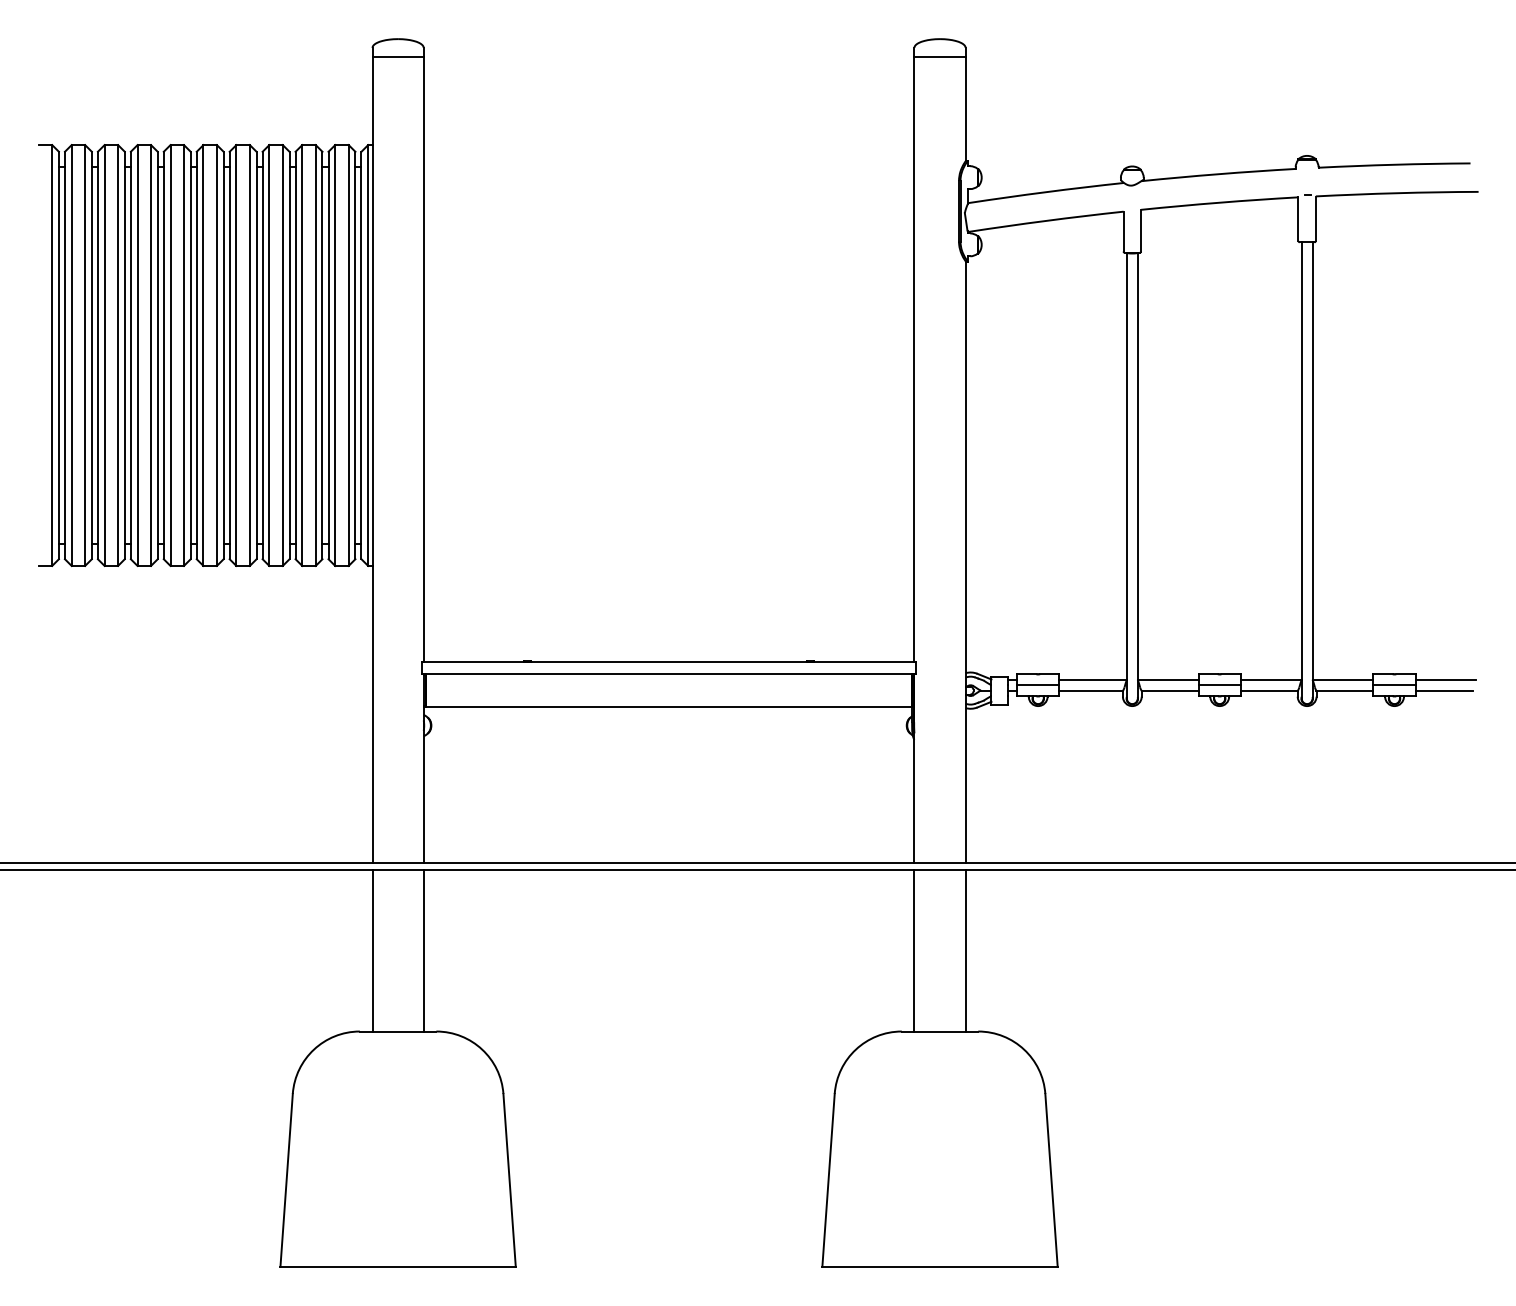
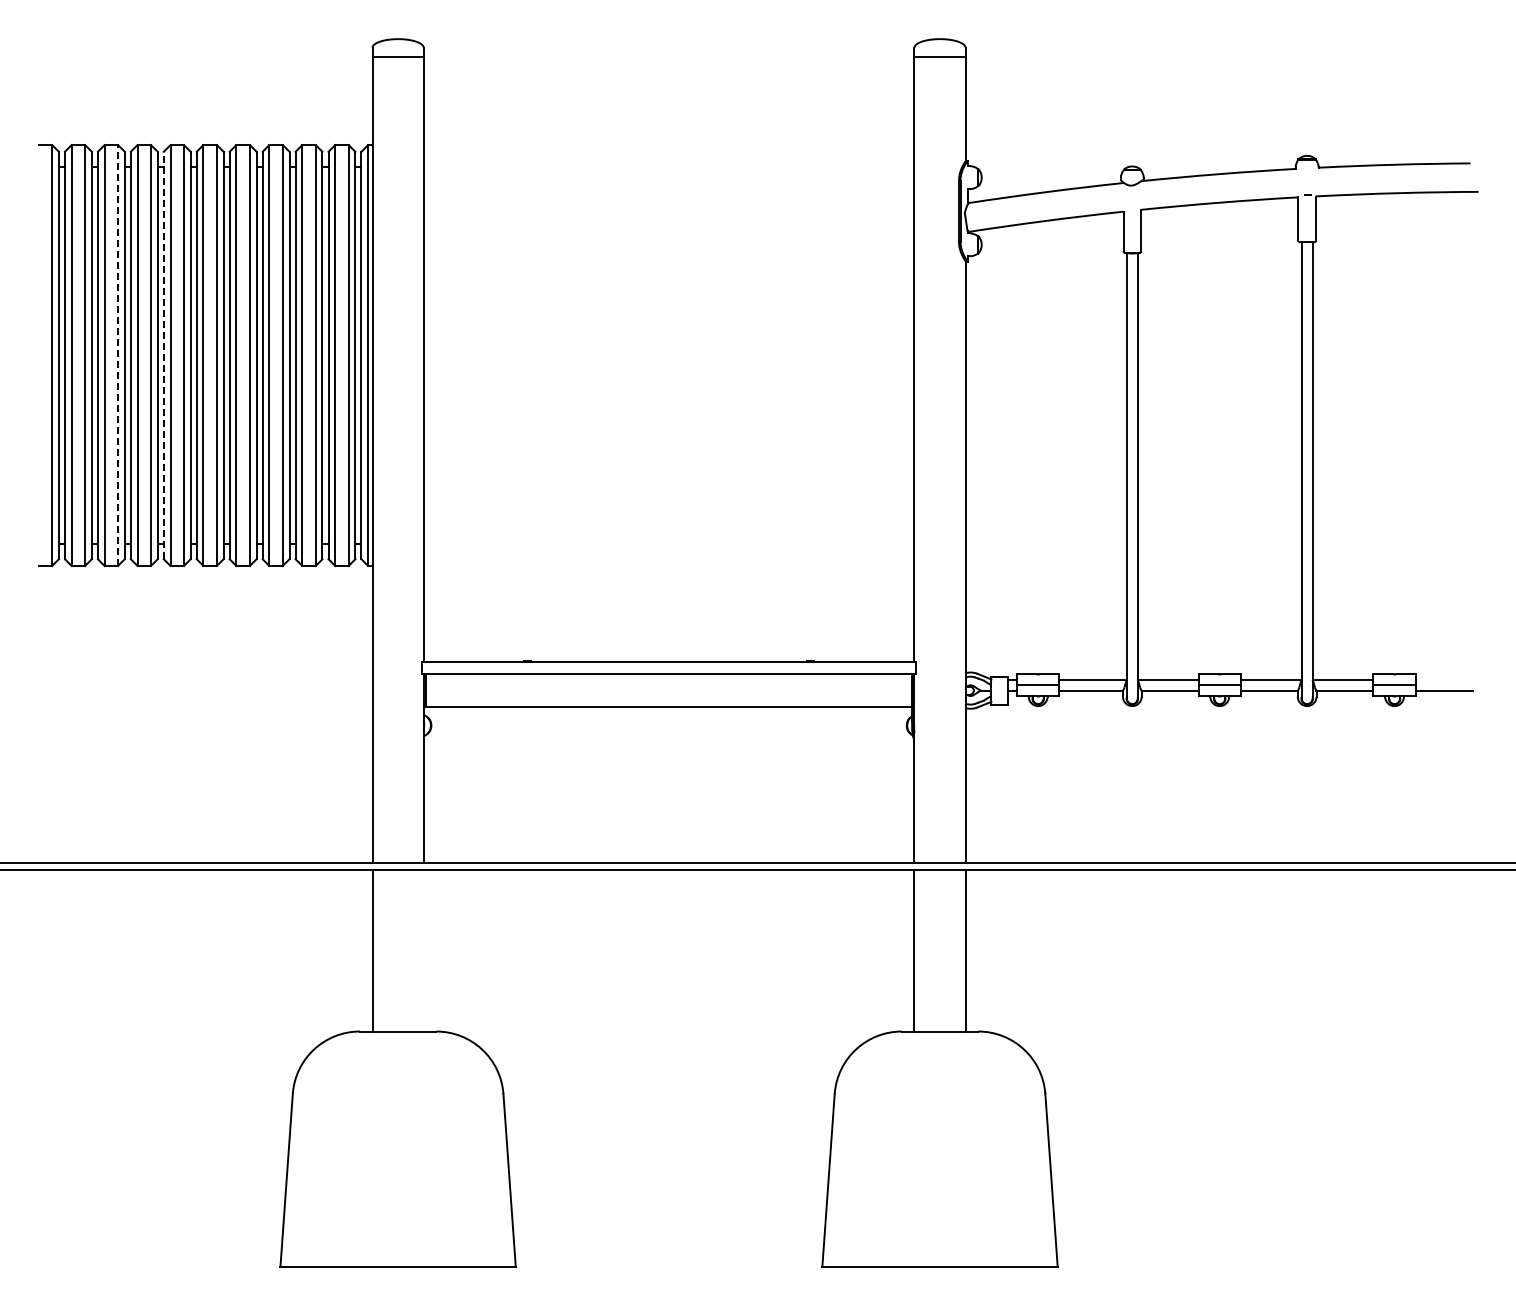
line at (118, 355): solid -> dashed
line at (163, 355): solid -> dashed
line at (1445, 679): present -> none
line at (423, 950): present -> none
